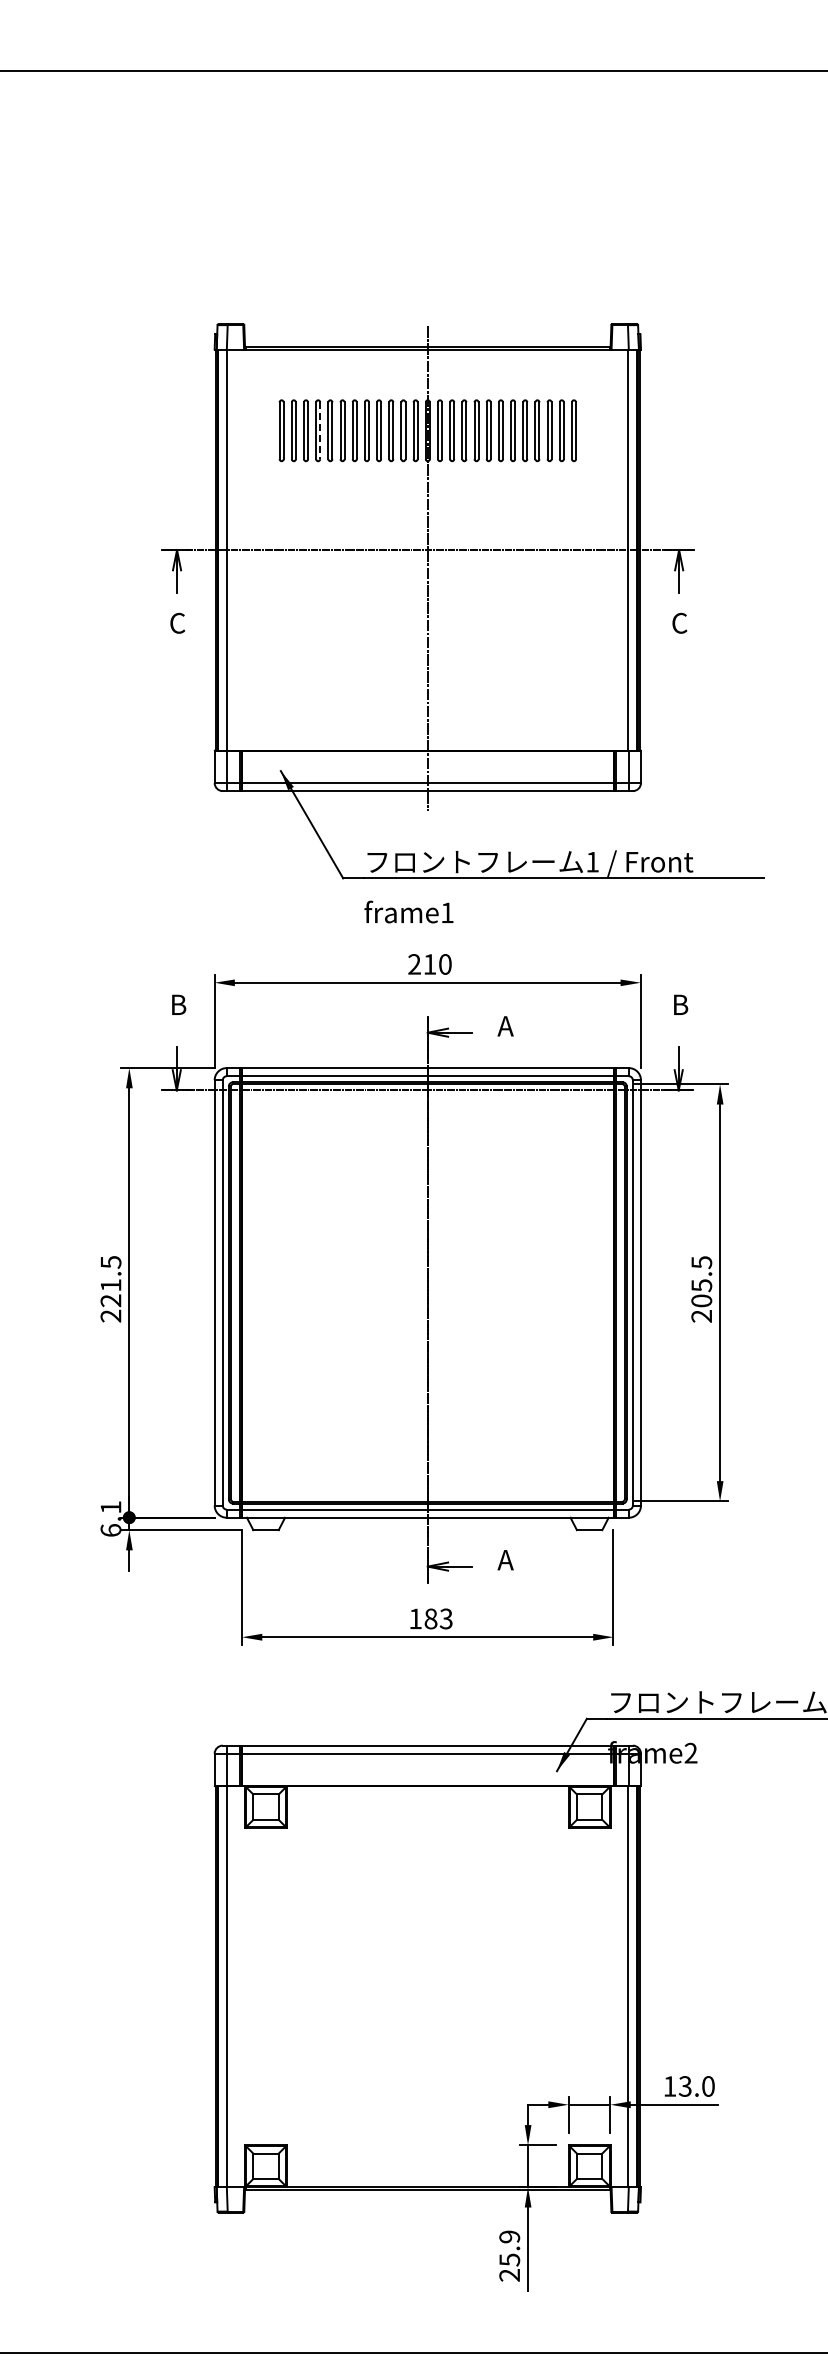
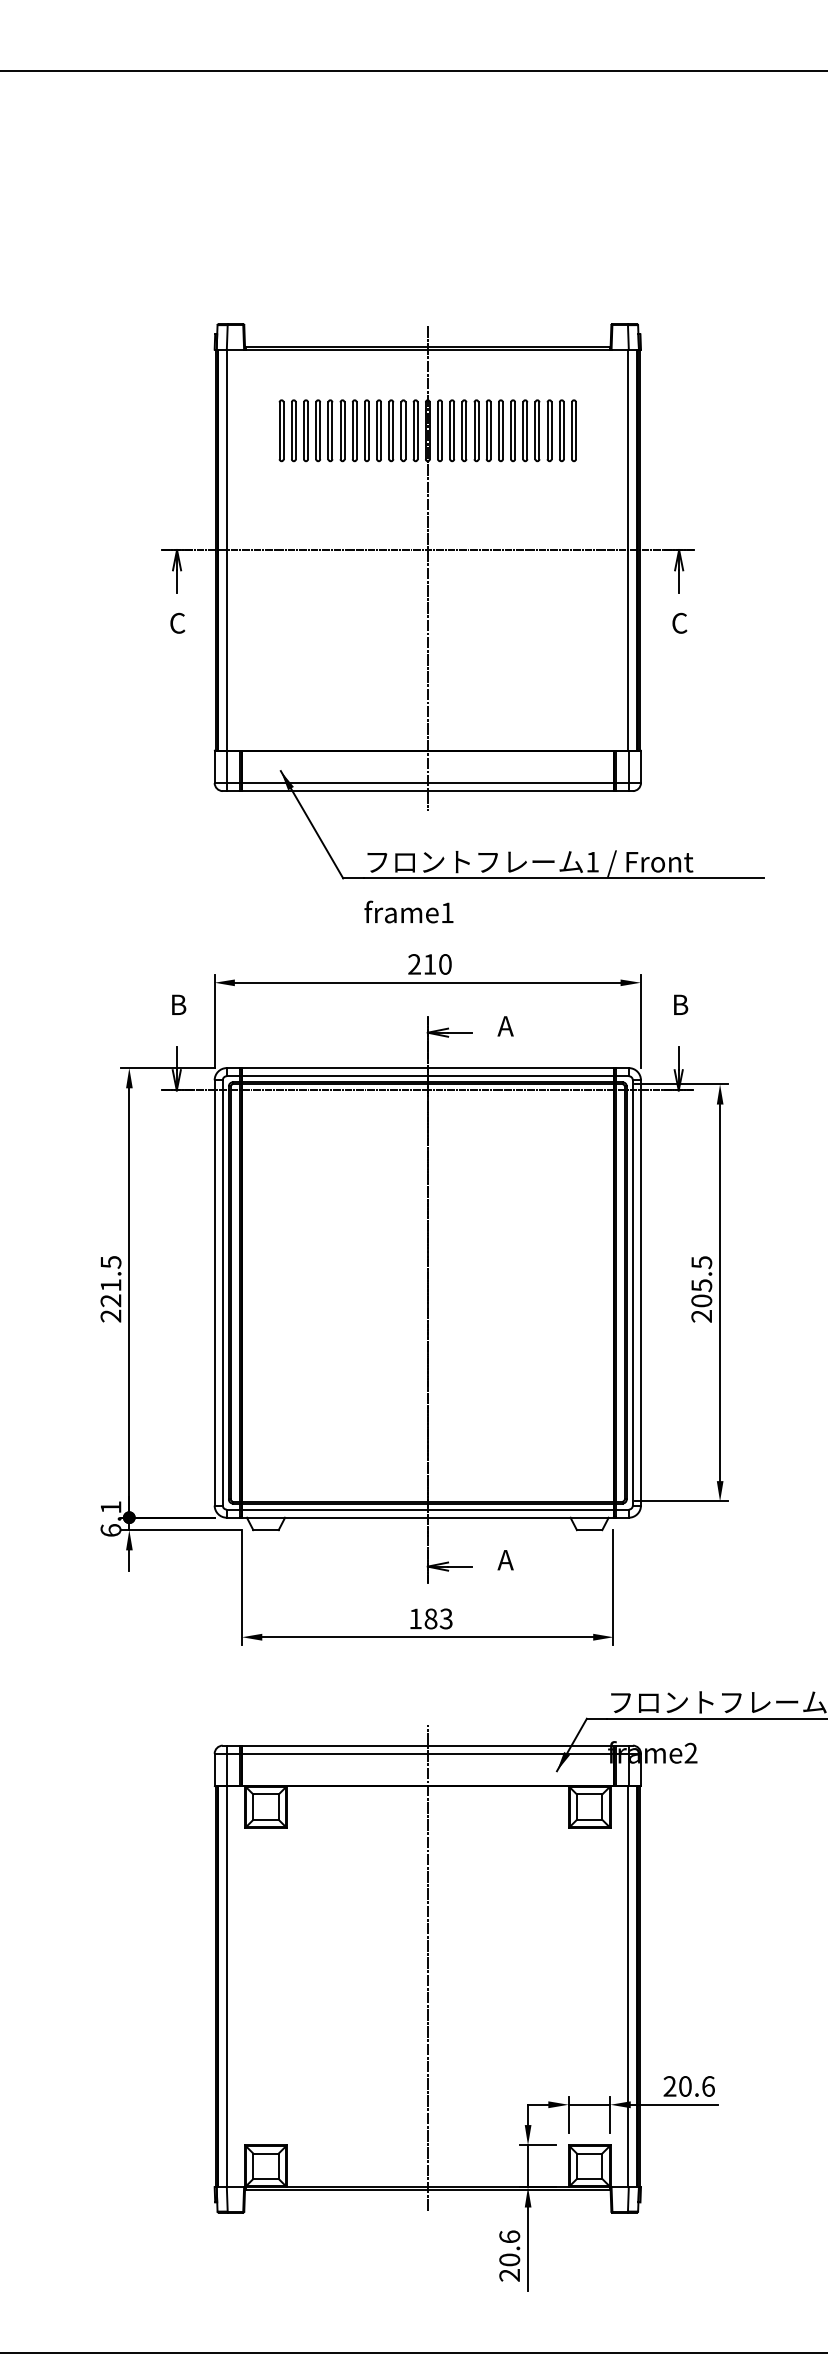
line at (320, 431): dashed -> solid
line at (427, 1967): none -> present
text at (688, 2086): 13.0 -> 20.6
text at (509, 2248): 25.9 -> 20.6
